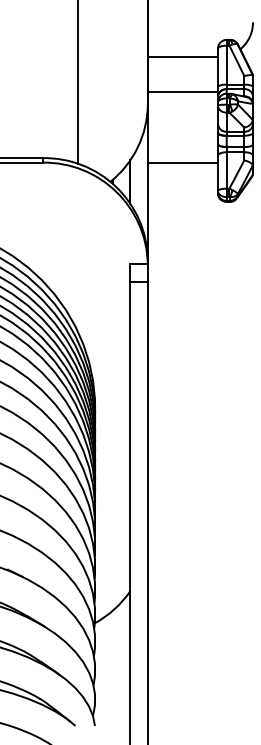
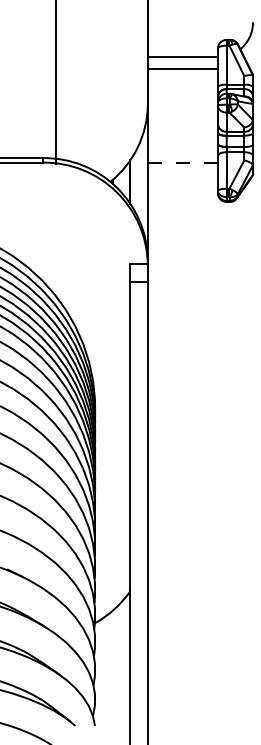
line at (77, 82) position: (77, 82) -> (55, 82)
line at (182, 92) position: (182, 92) -> (182, 69)
line at (183, 162): solid -> dashed
